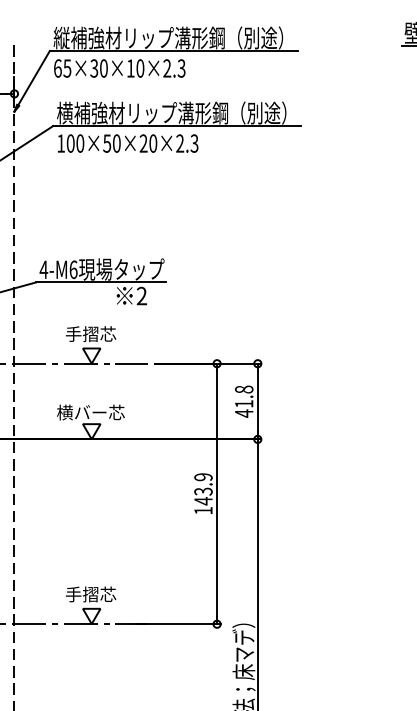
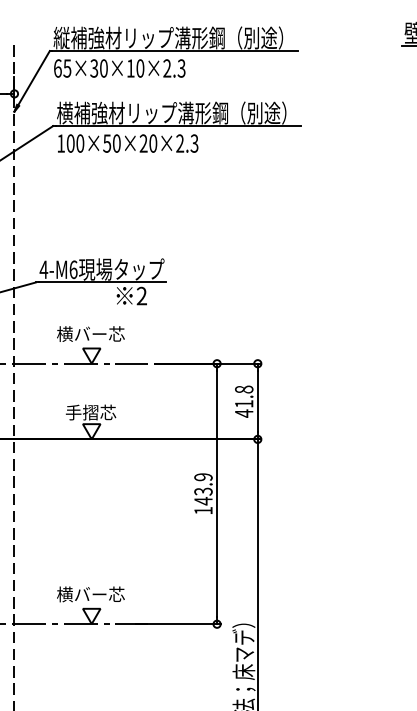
text at (90, 333): 手摺芯 -> 横バー芯
text at (90, 412): 横バー芯 -> 手摺芯
text at (90, 594): 手摺芯 -> 横バー芯
